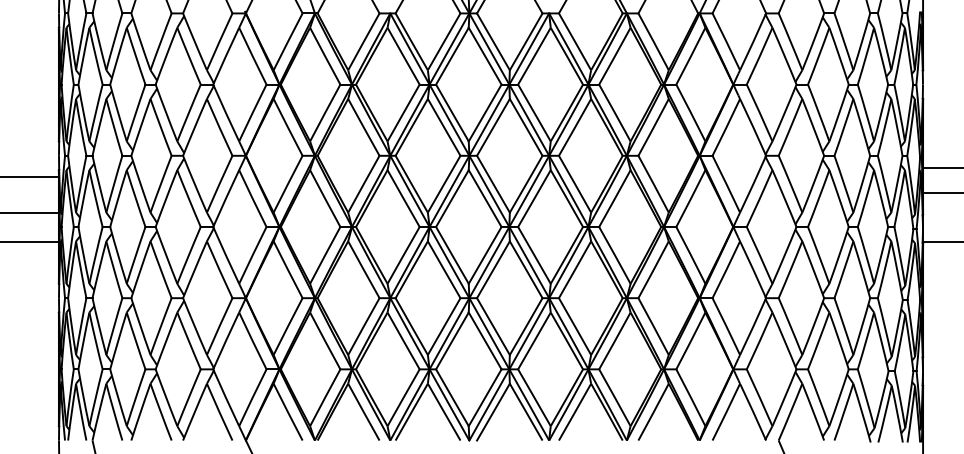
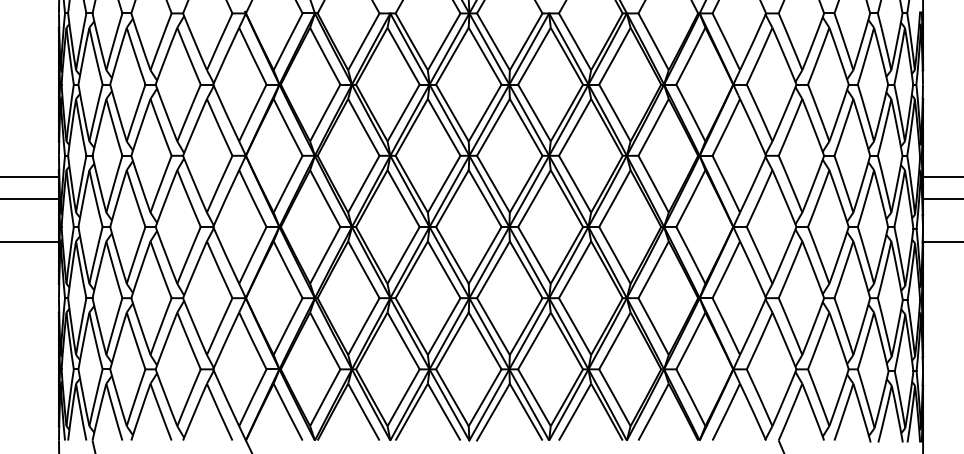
line at (941, 168) position: (941, 168) -> (941, 177)
line at (941, 192) position: (941, 192) -> (941, 198)
line at (30, 212) position: (30, 212) -> (30, 198)
